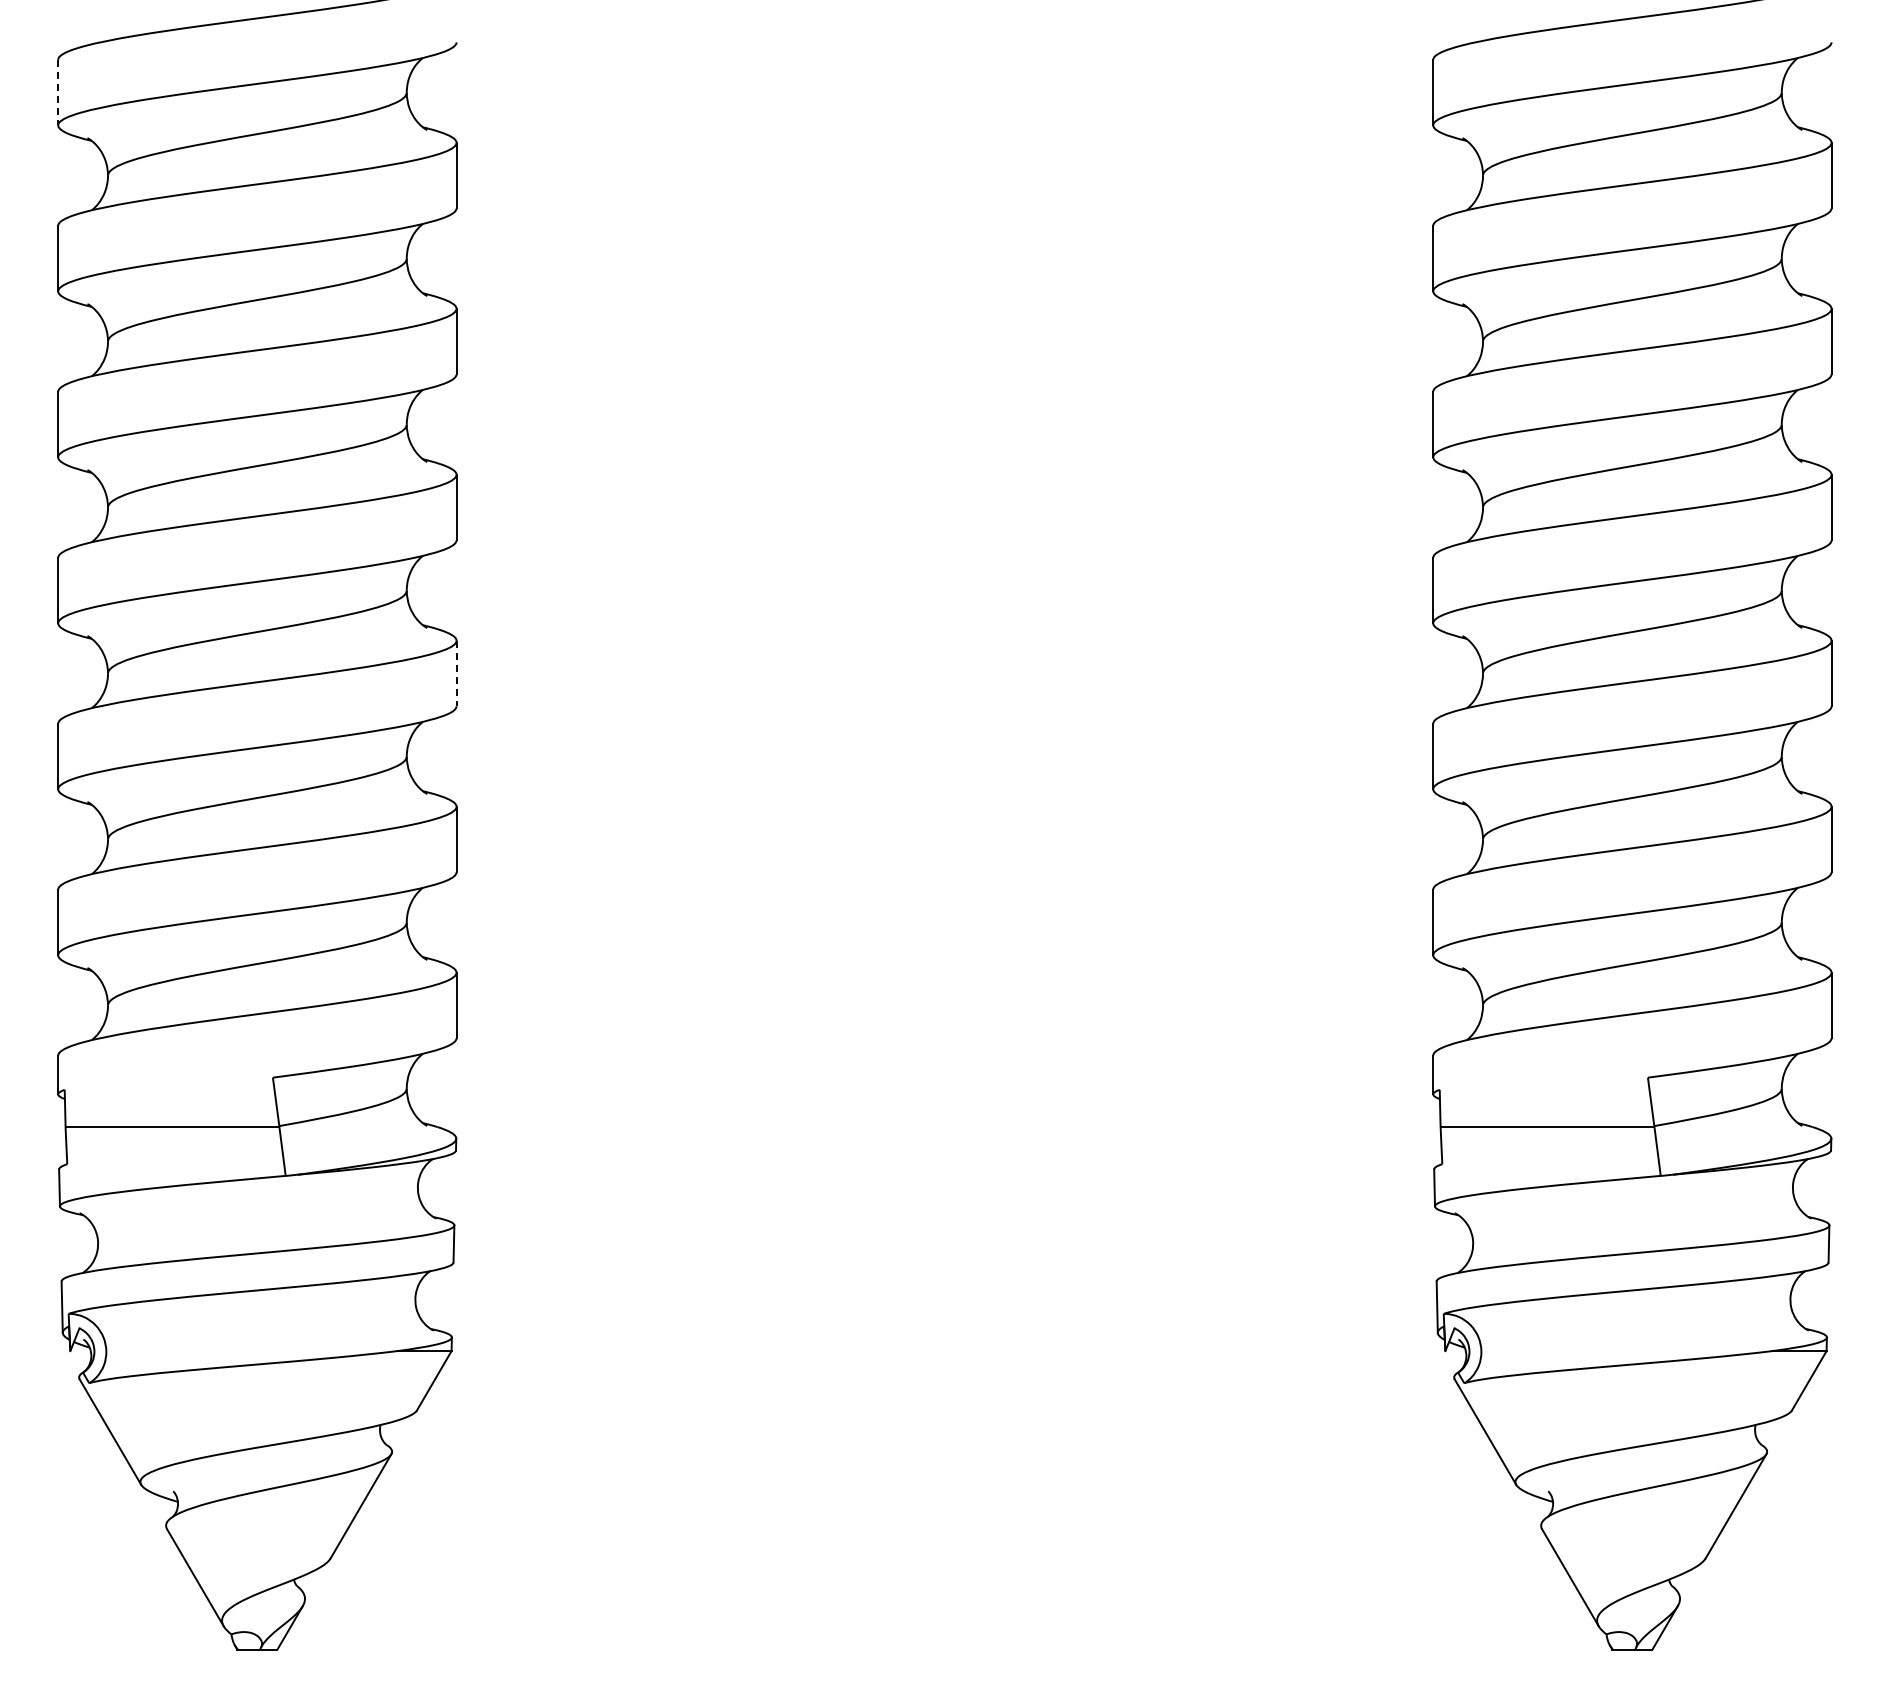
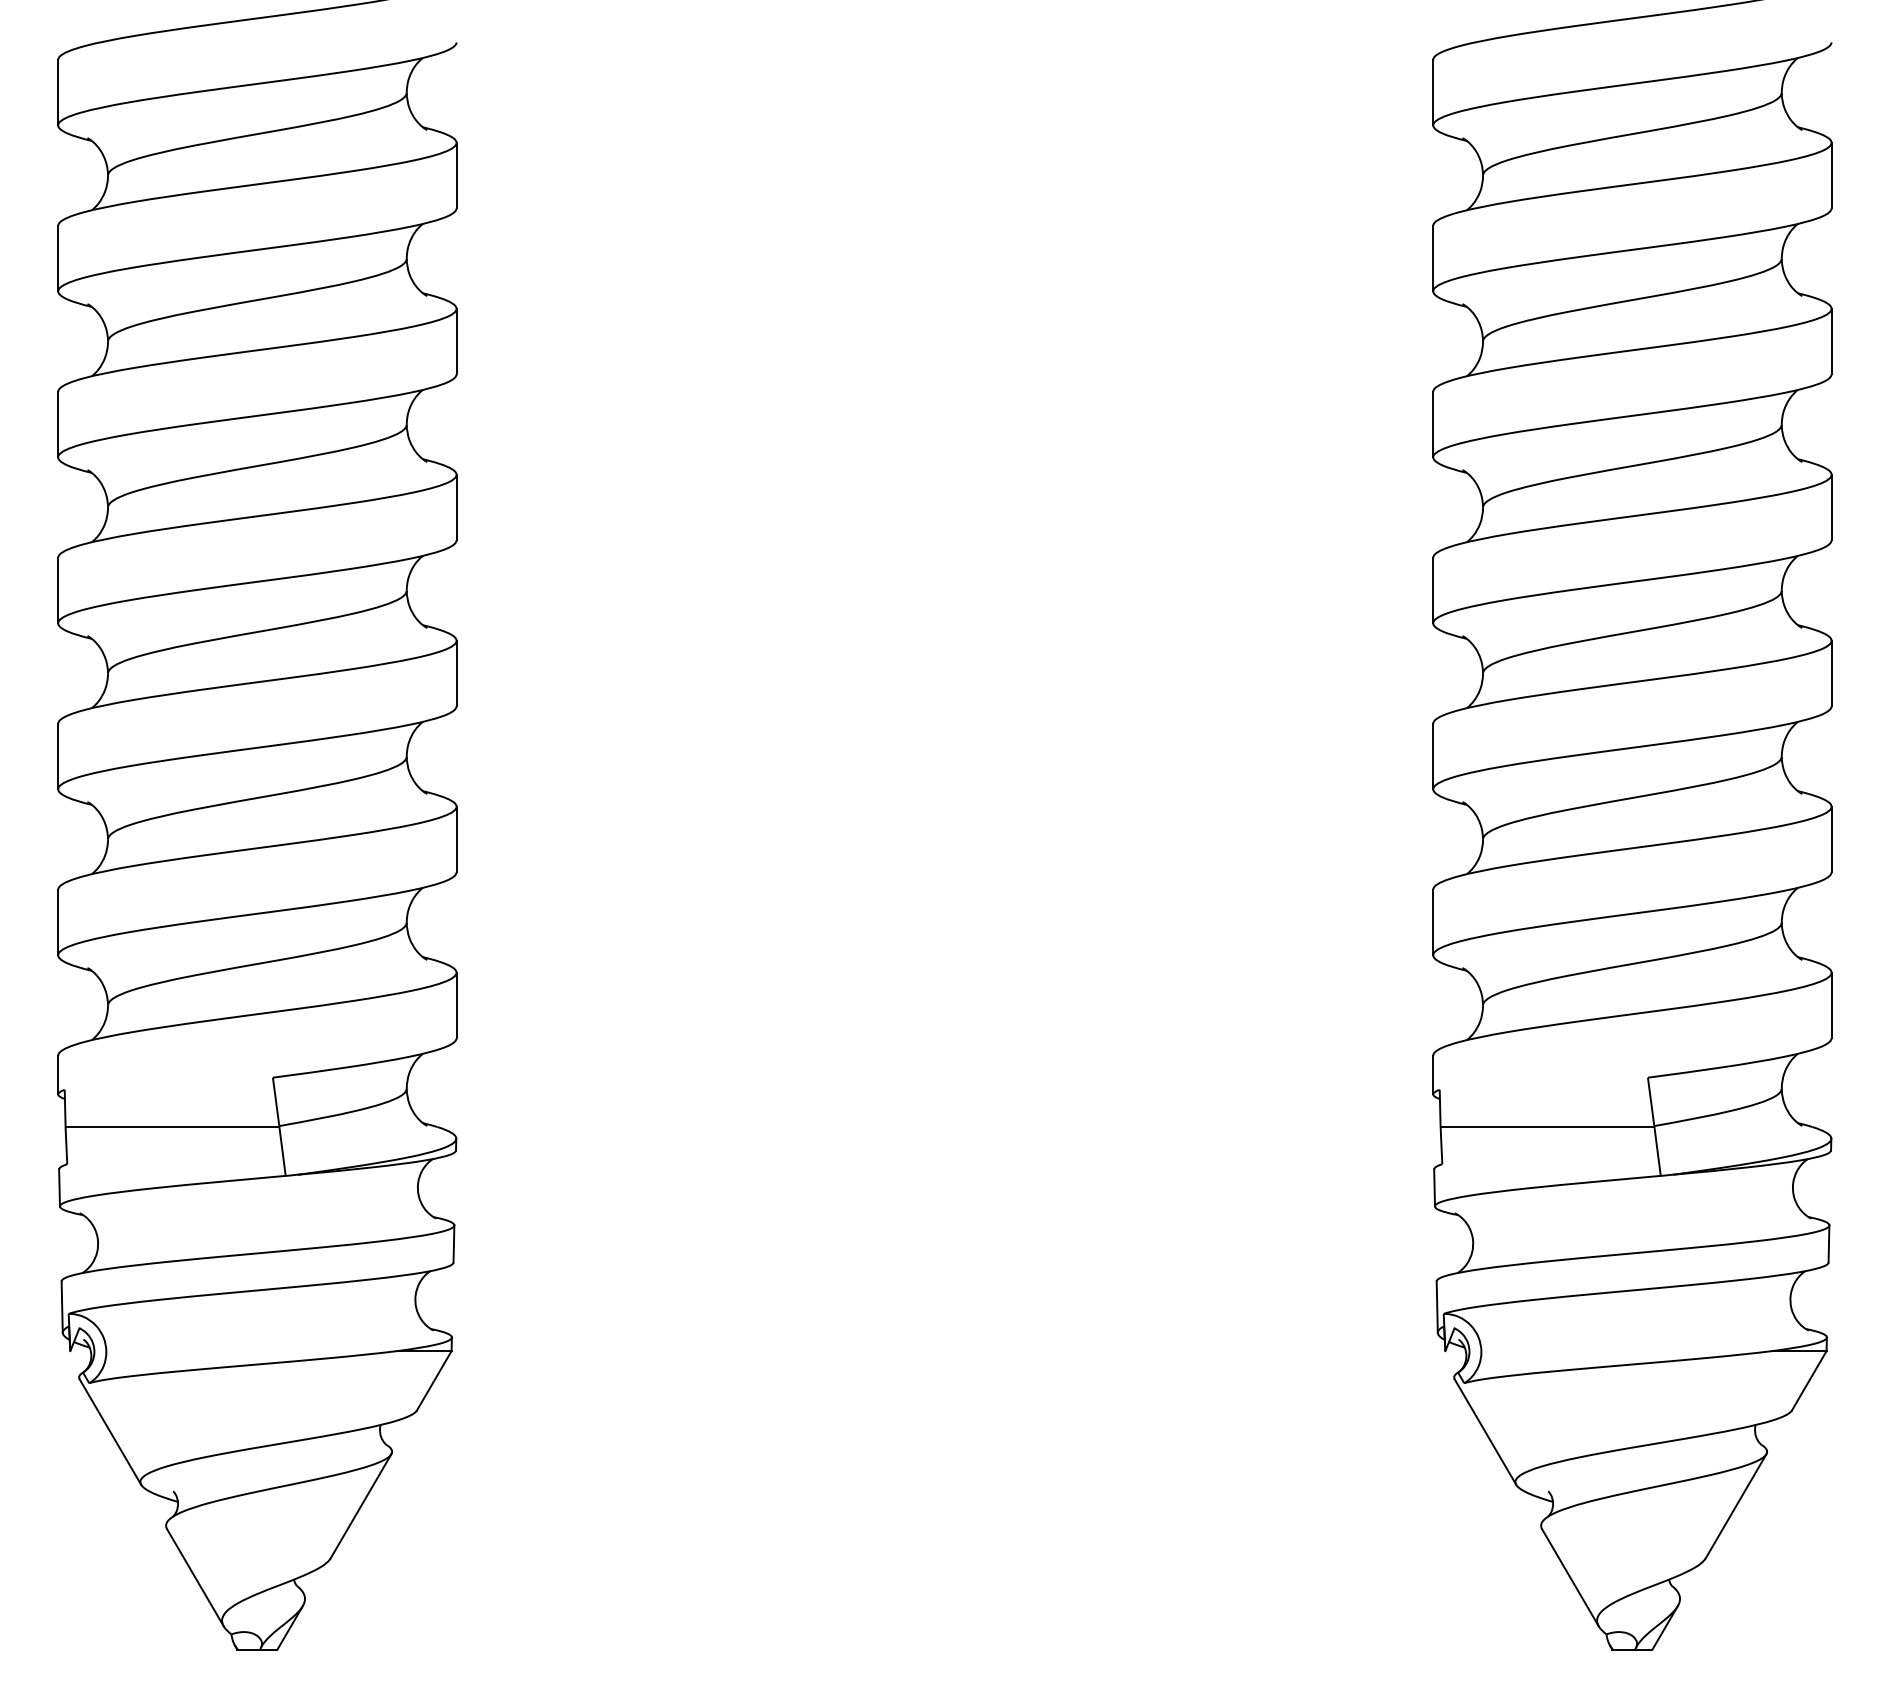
line at (58, 92): dashed -> solid
line at (456, 673): dashed -> solid
